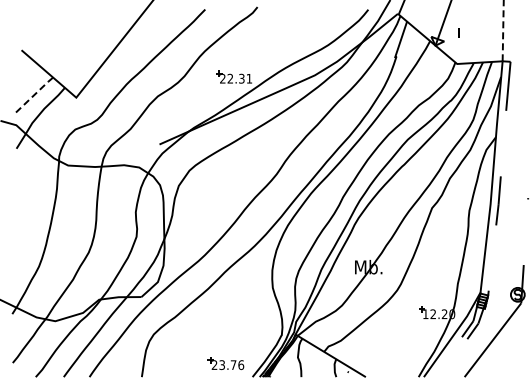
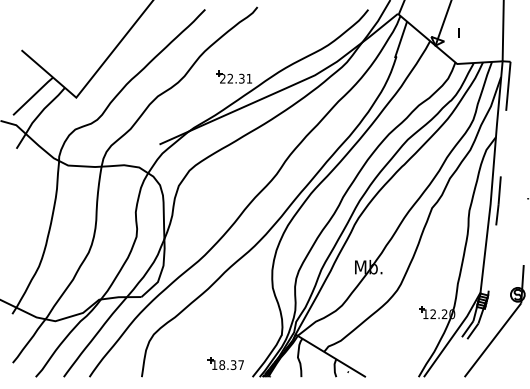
line at (503, 30): dashed -> solid
line at (33, 96): dashed -> solid
text at (227, 365): 23.76 -> 18.37
